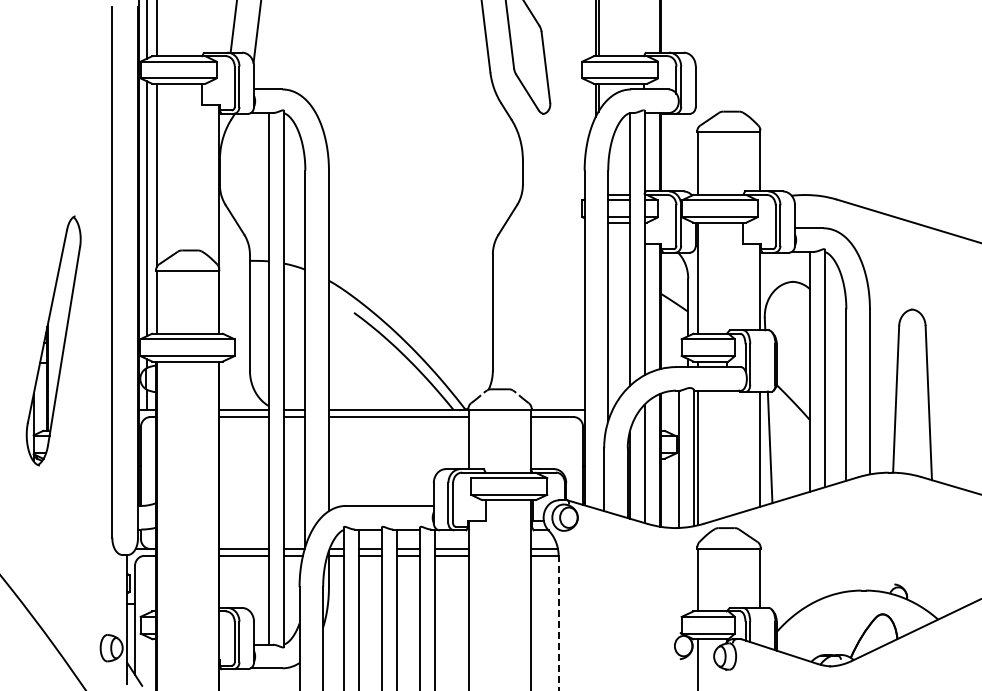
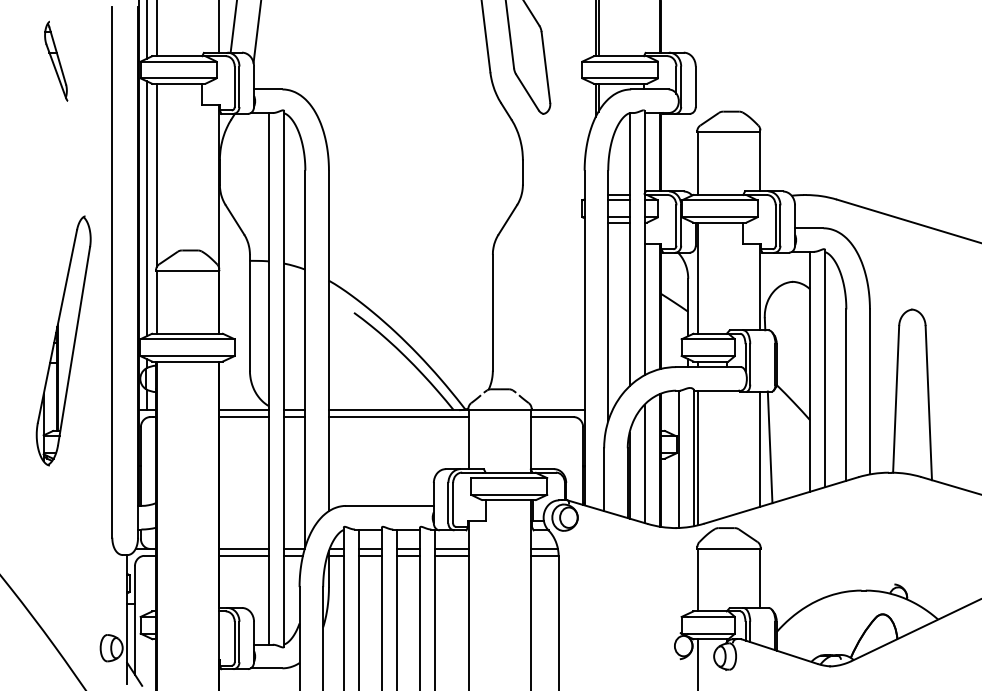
line at (218, 27): none -> present
part at (56, 60): none -> present
part at (53, 340) position: (53, 340) -> (63, 340)
line at (558, 623): dashed -> solid
